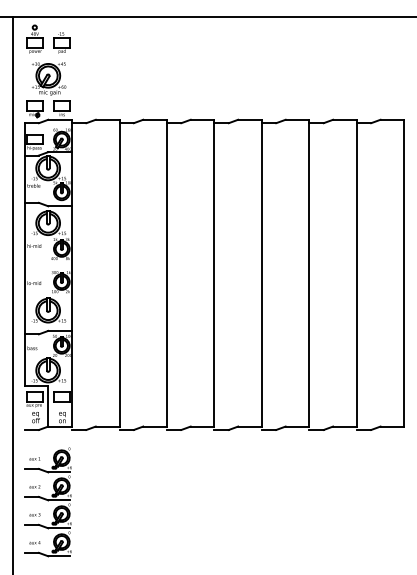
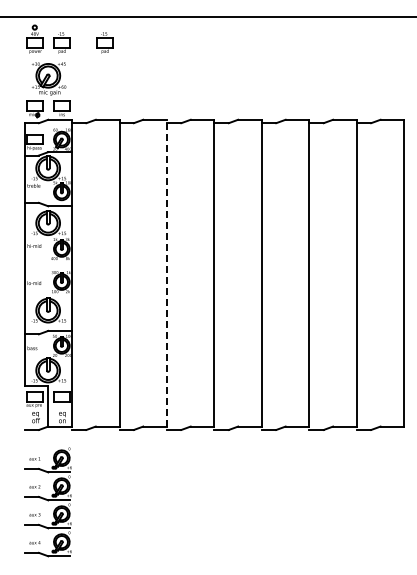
part at (104, 42): none -> present
line at (166, 272): solid -> dashed
line at (12, 294): present -> none
